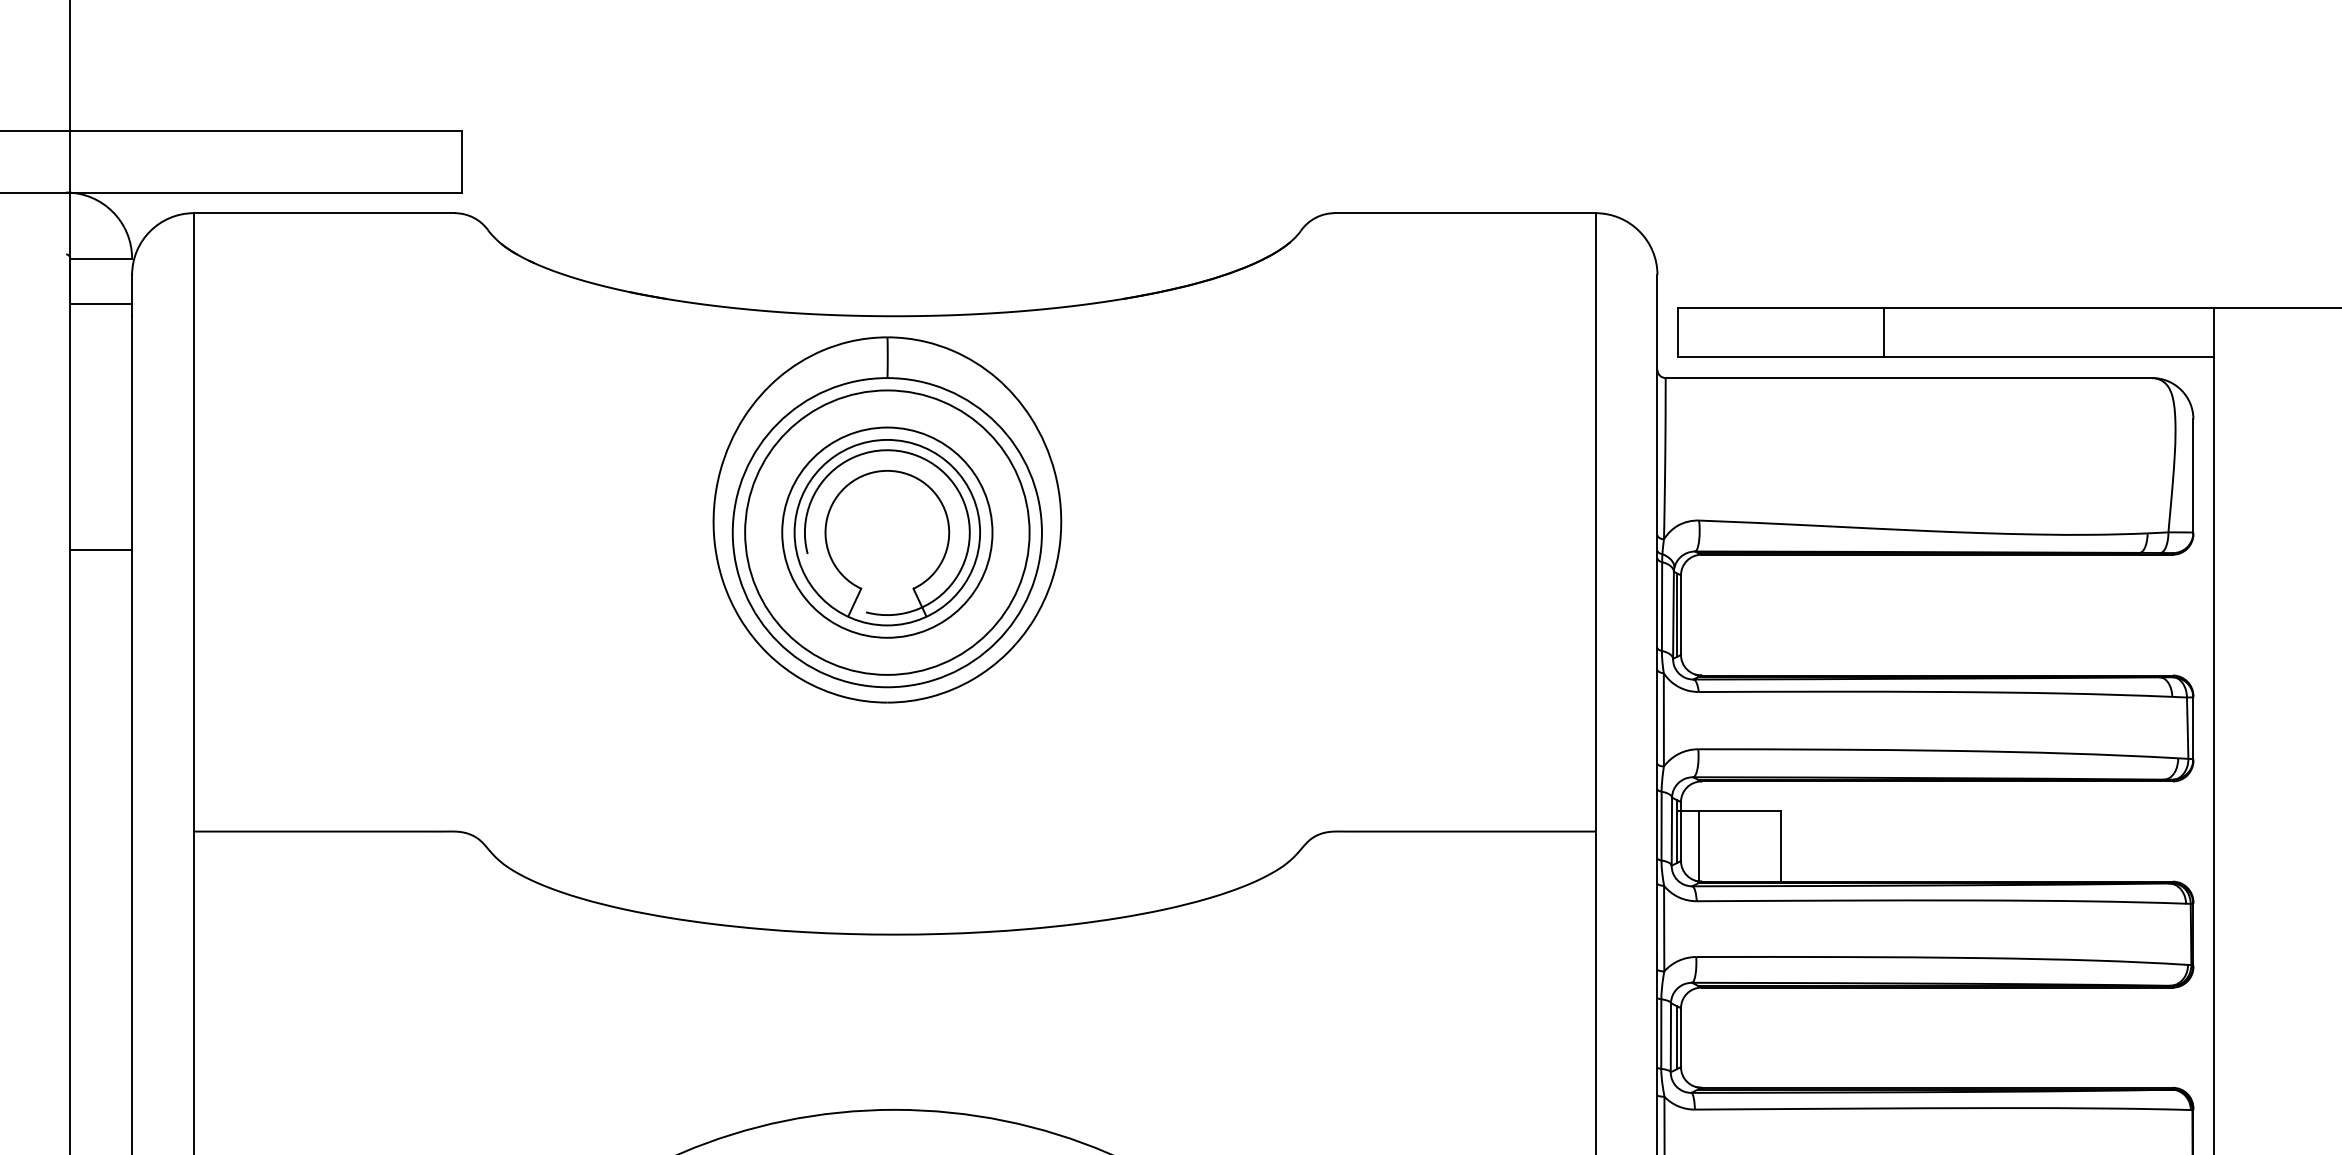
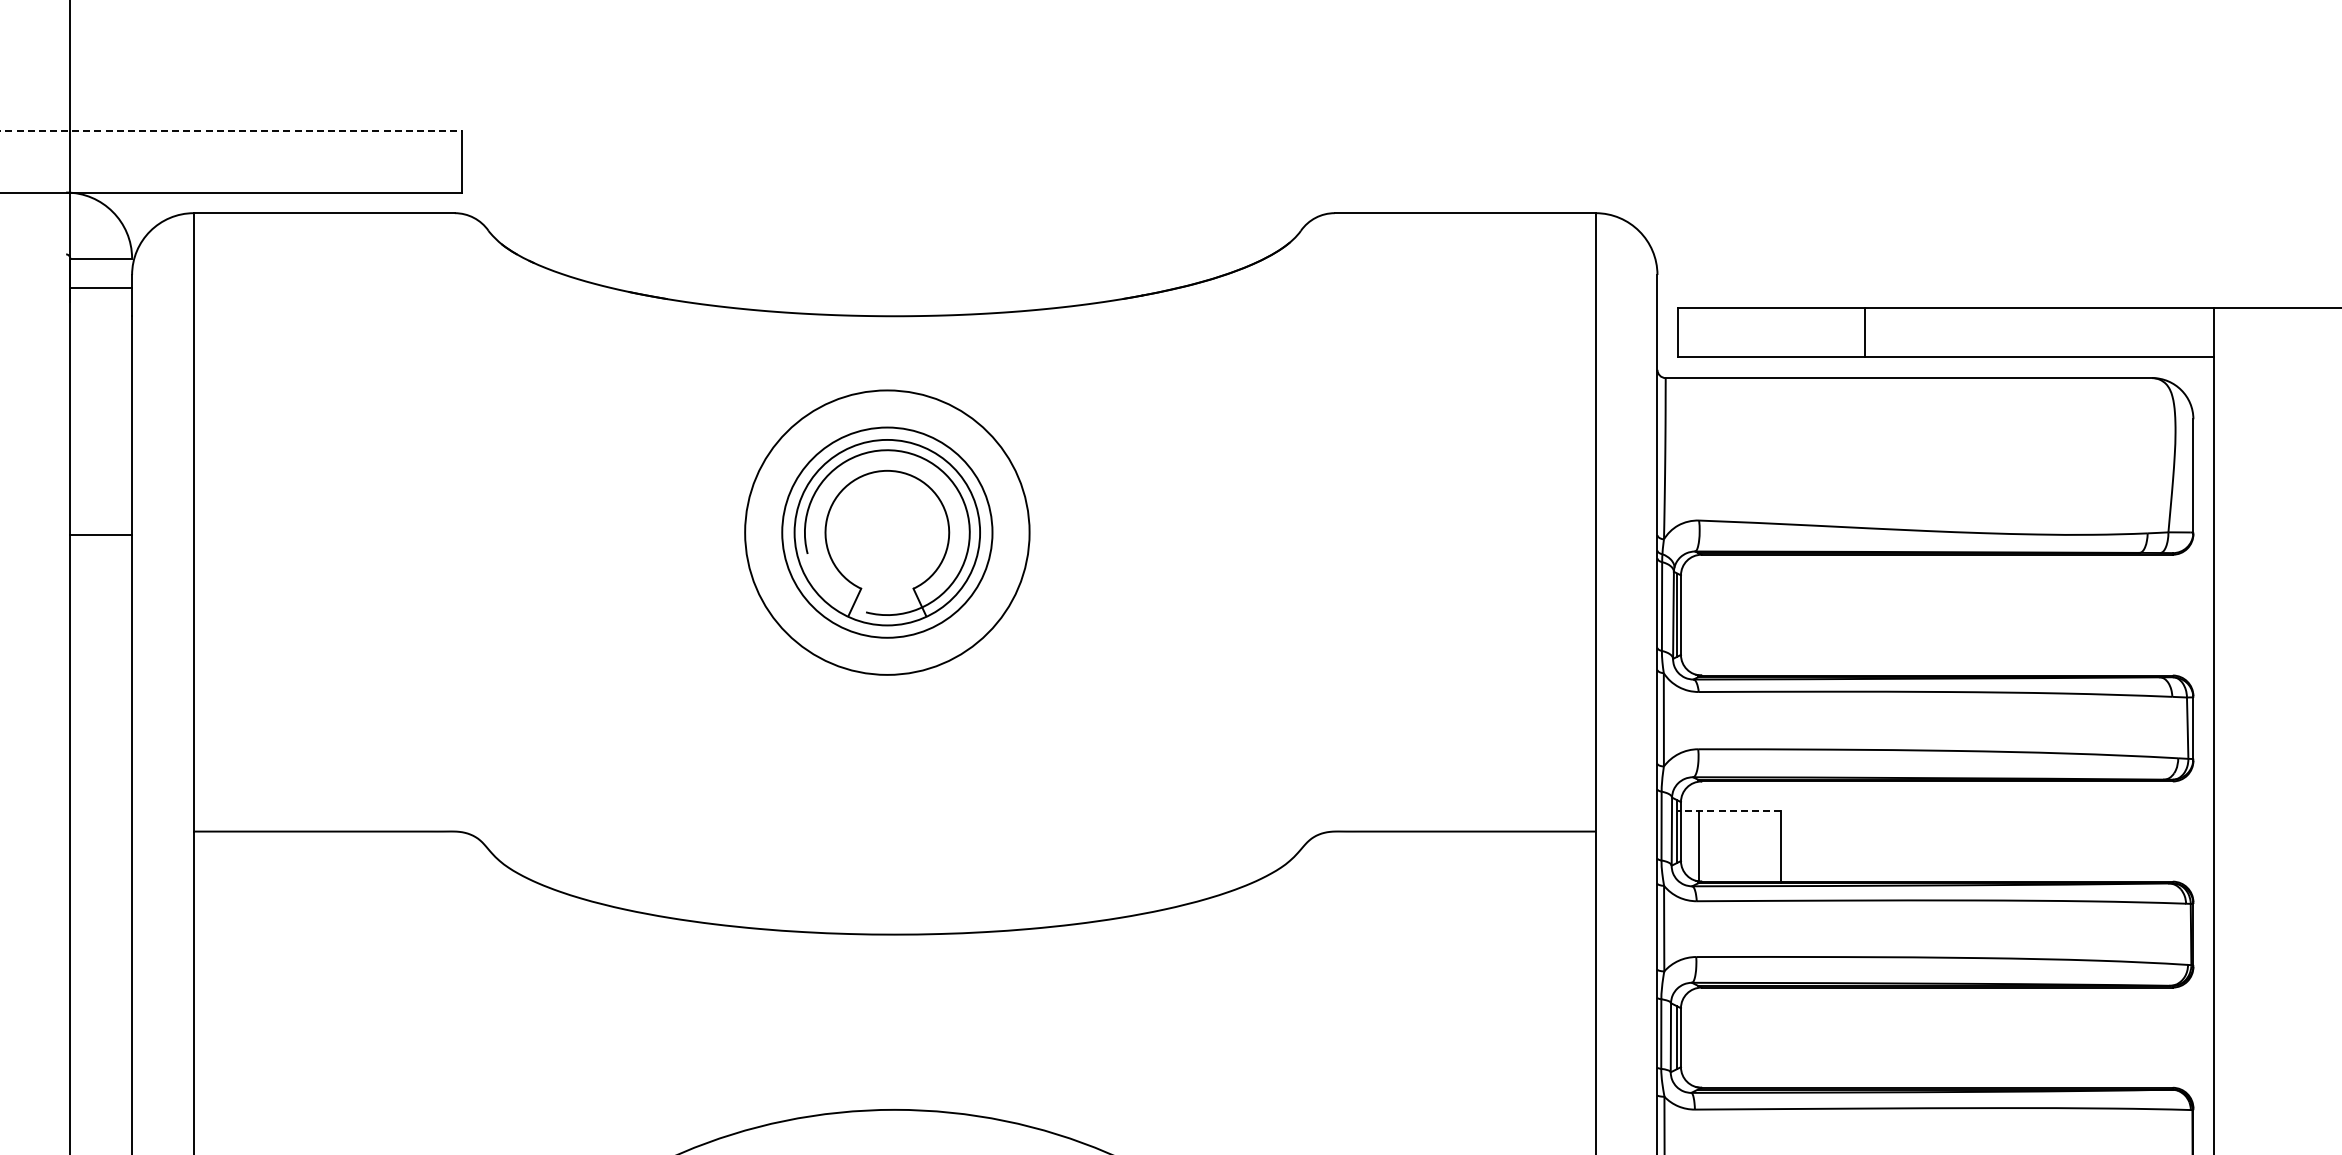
line at (230, 130): solid -> dashed
line at (101, 304) position: (101, 304) -> (101, 288)
line at (1884, 332) position: (1884, 332) -> (1865, 332)
part at (887, 519): present -> none
line at (101, 550) position: (101, 550) -> (101, 535)
line at (1729, 810): solid -> dashed
